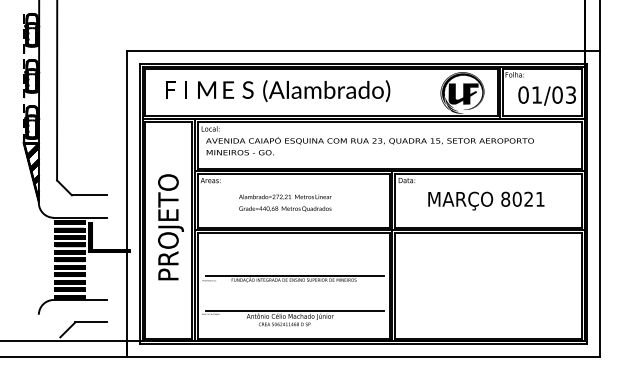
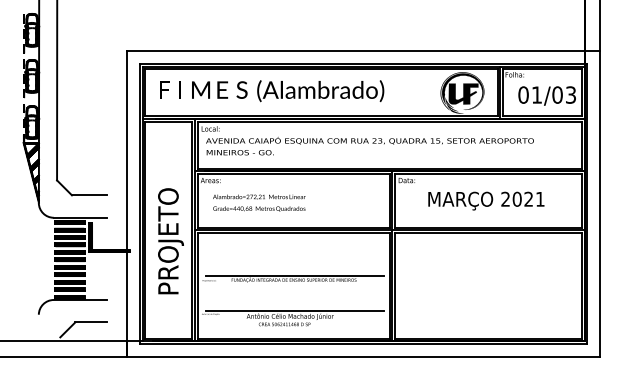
text at (278, 91) position: (278, 91) -> (272, 91)
text at (505, 198): 8021 -> 2021
text at (285, 202) position: (285, 202) -> (259, 202)
text at (170, 227) position: (170, 227) -> (170, 241)
